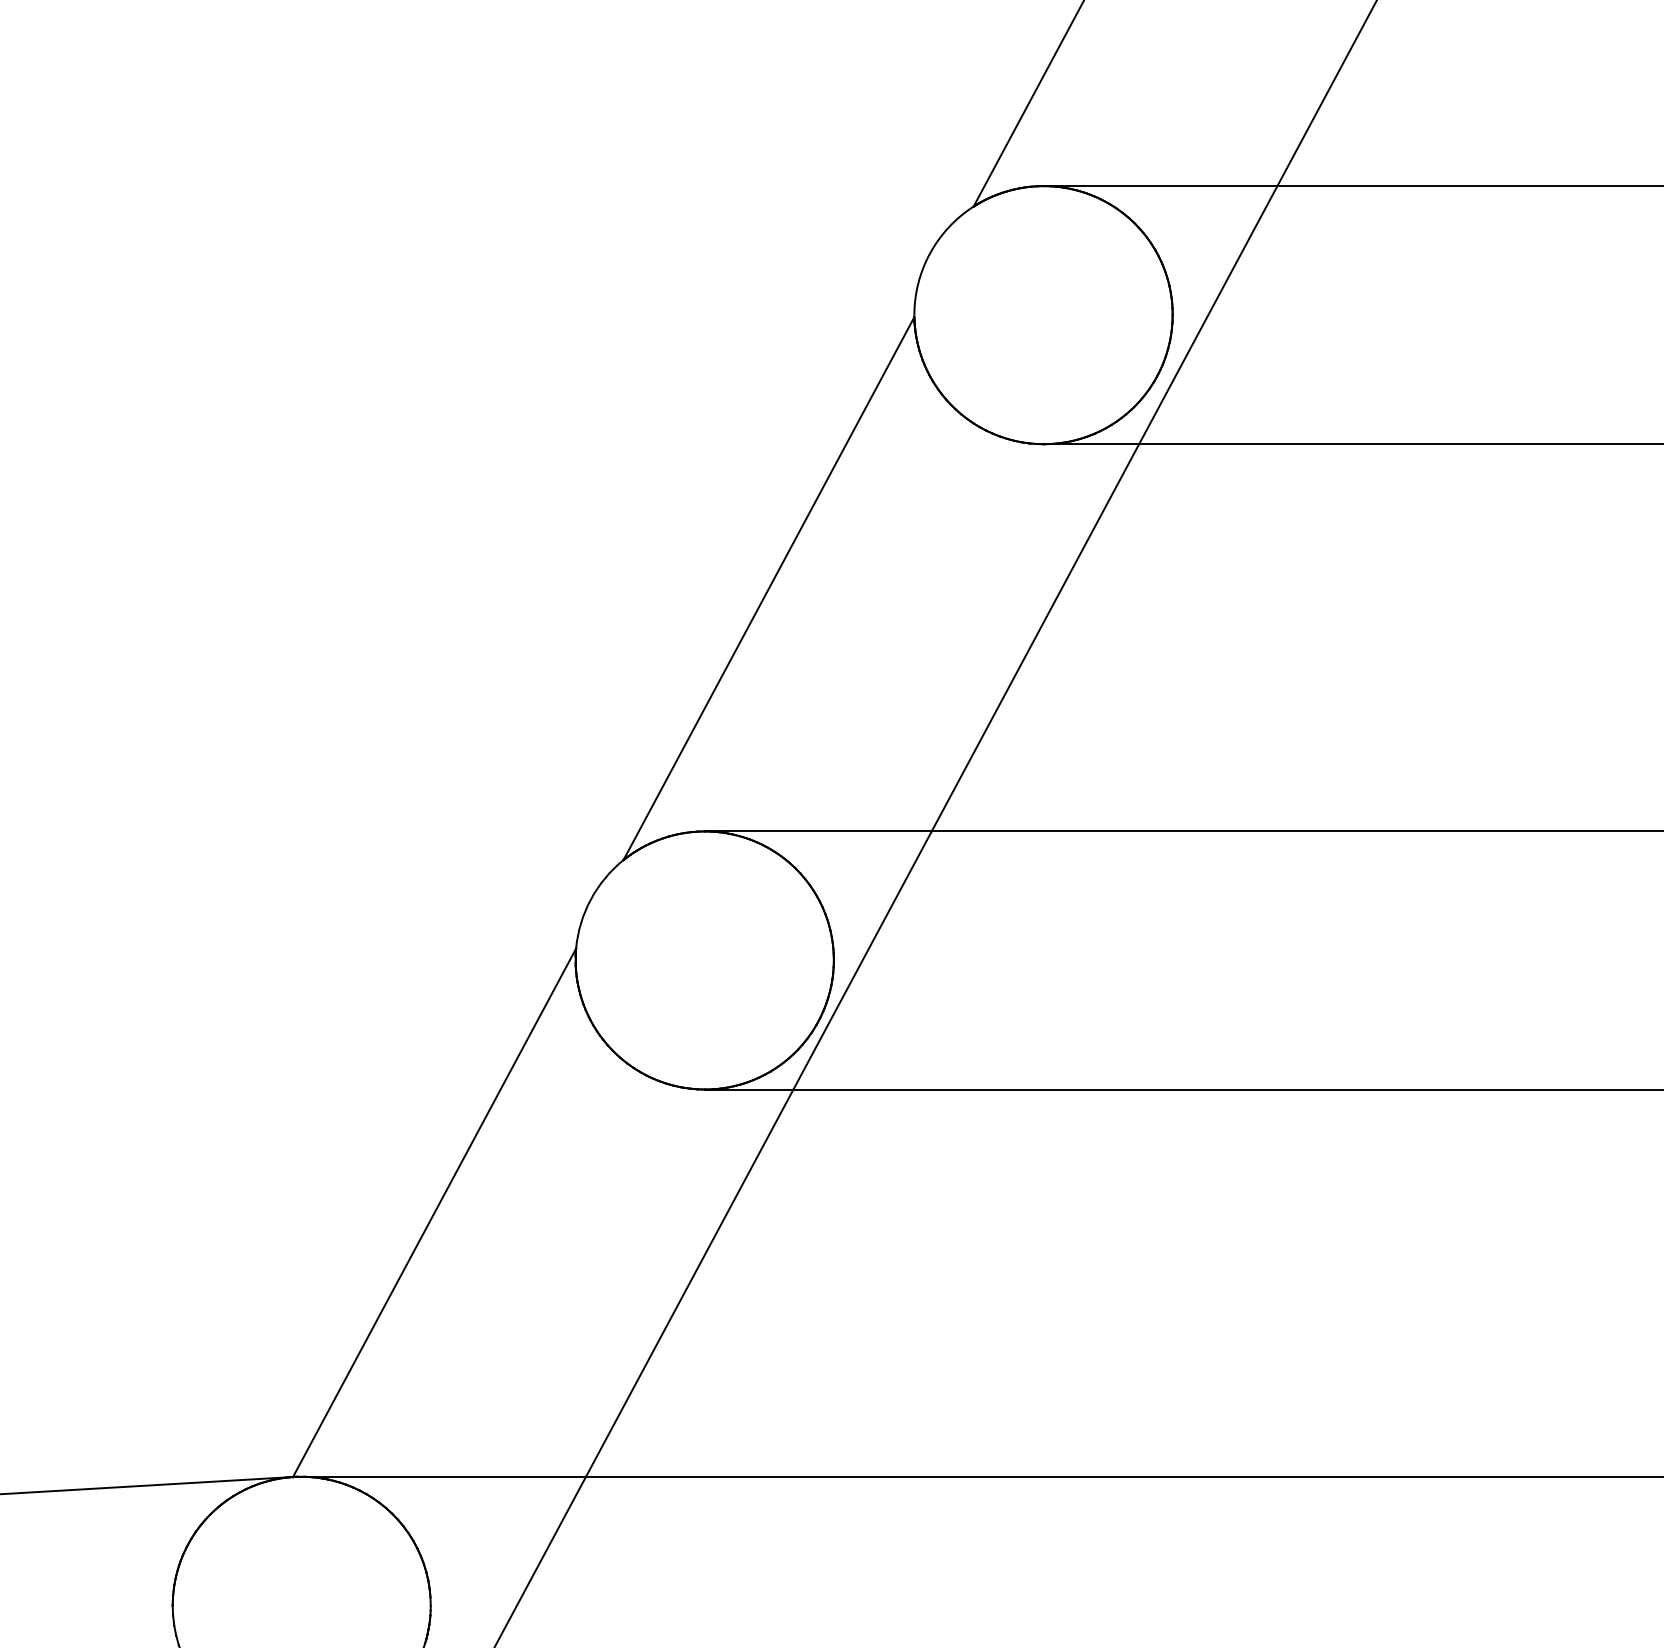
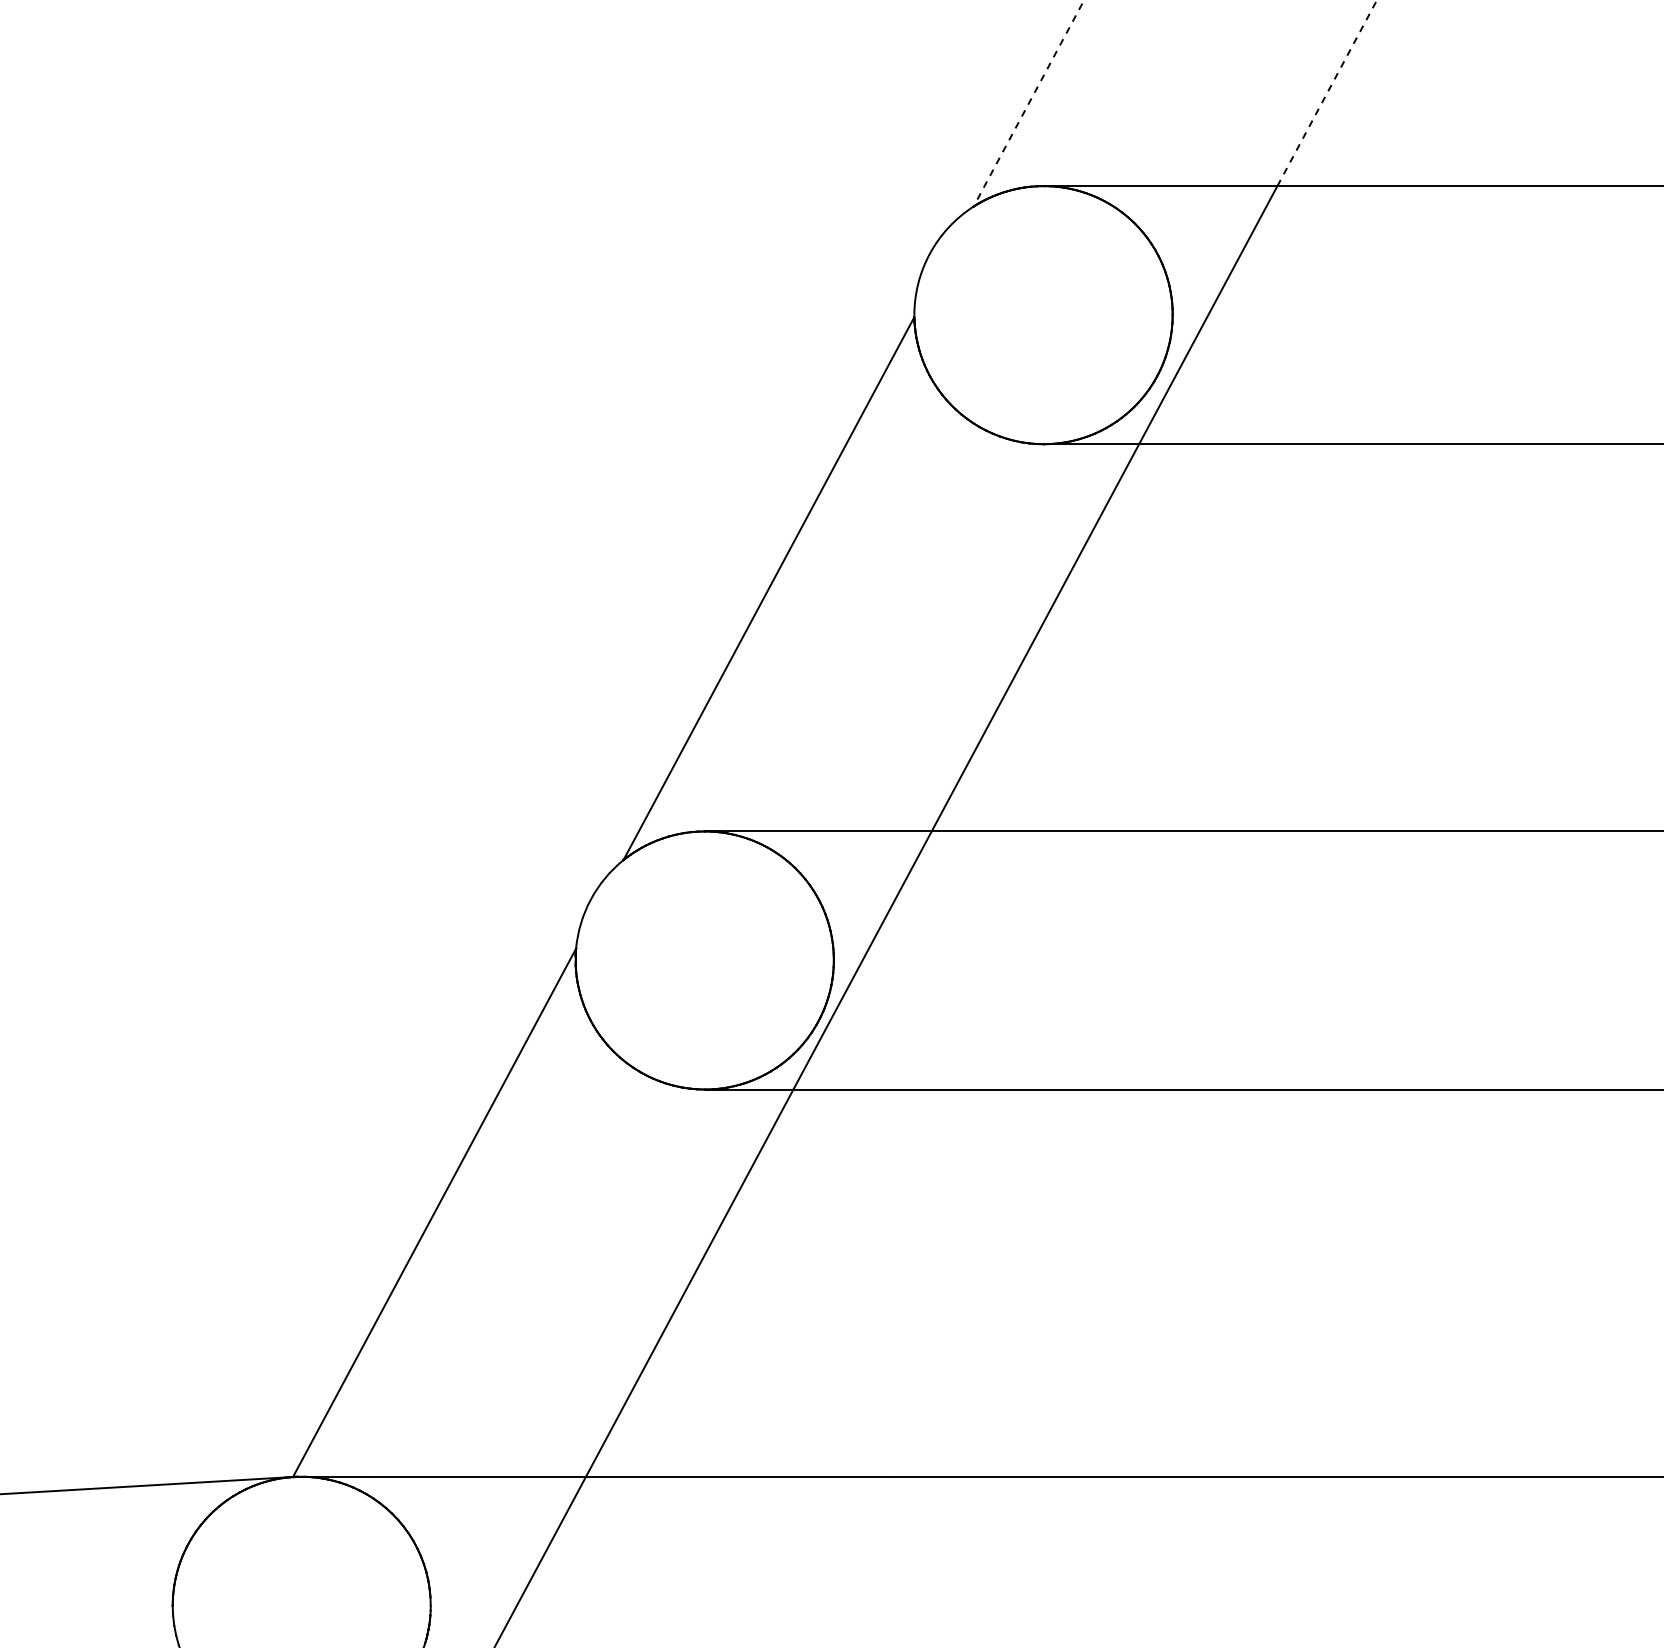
line at (1327, 92): solid -> dashed
line at (1028, 103): solid -> dashed
